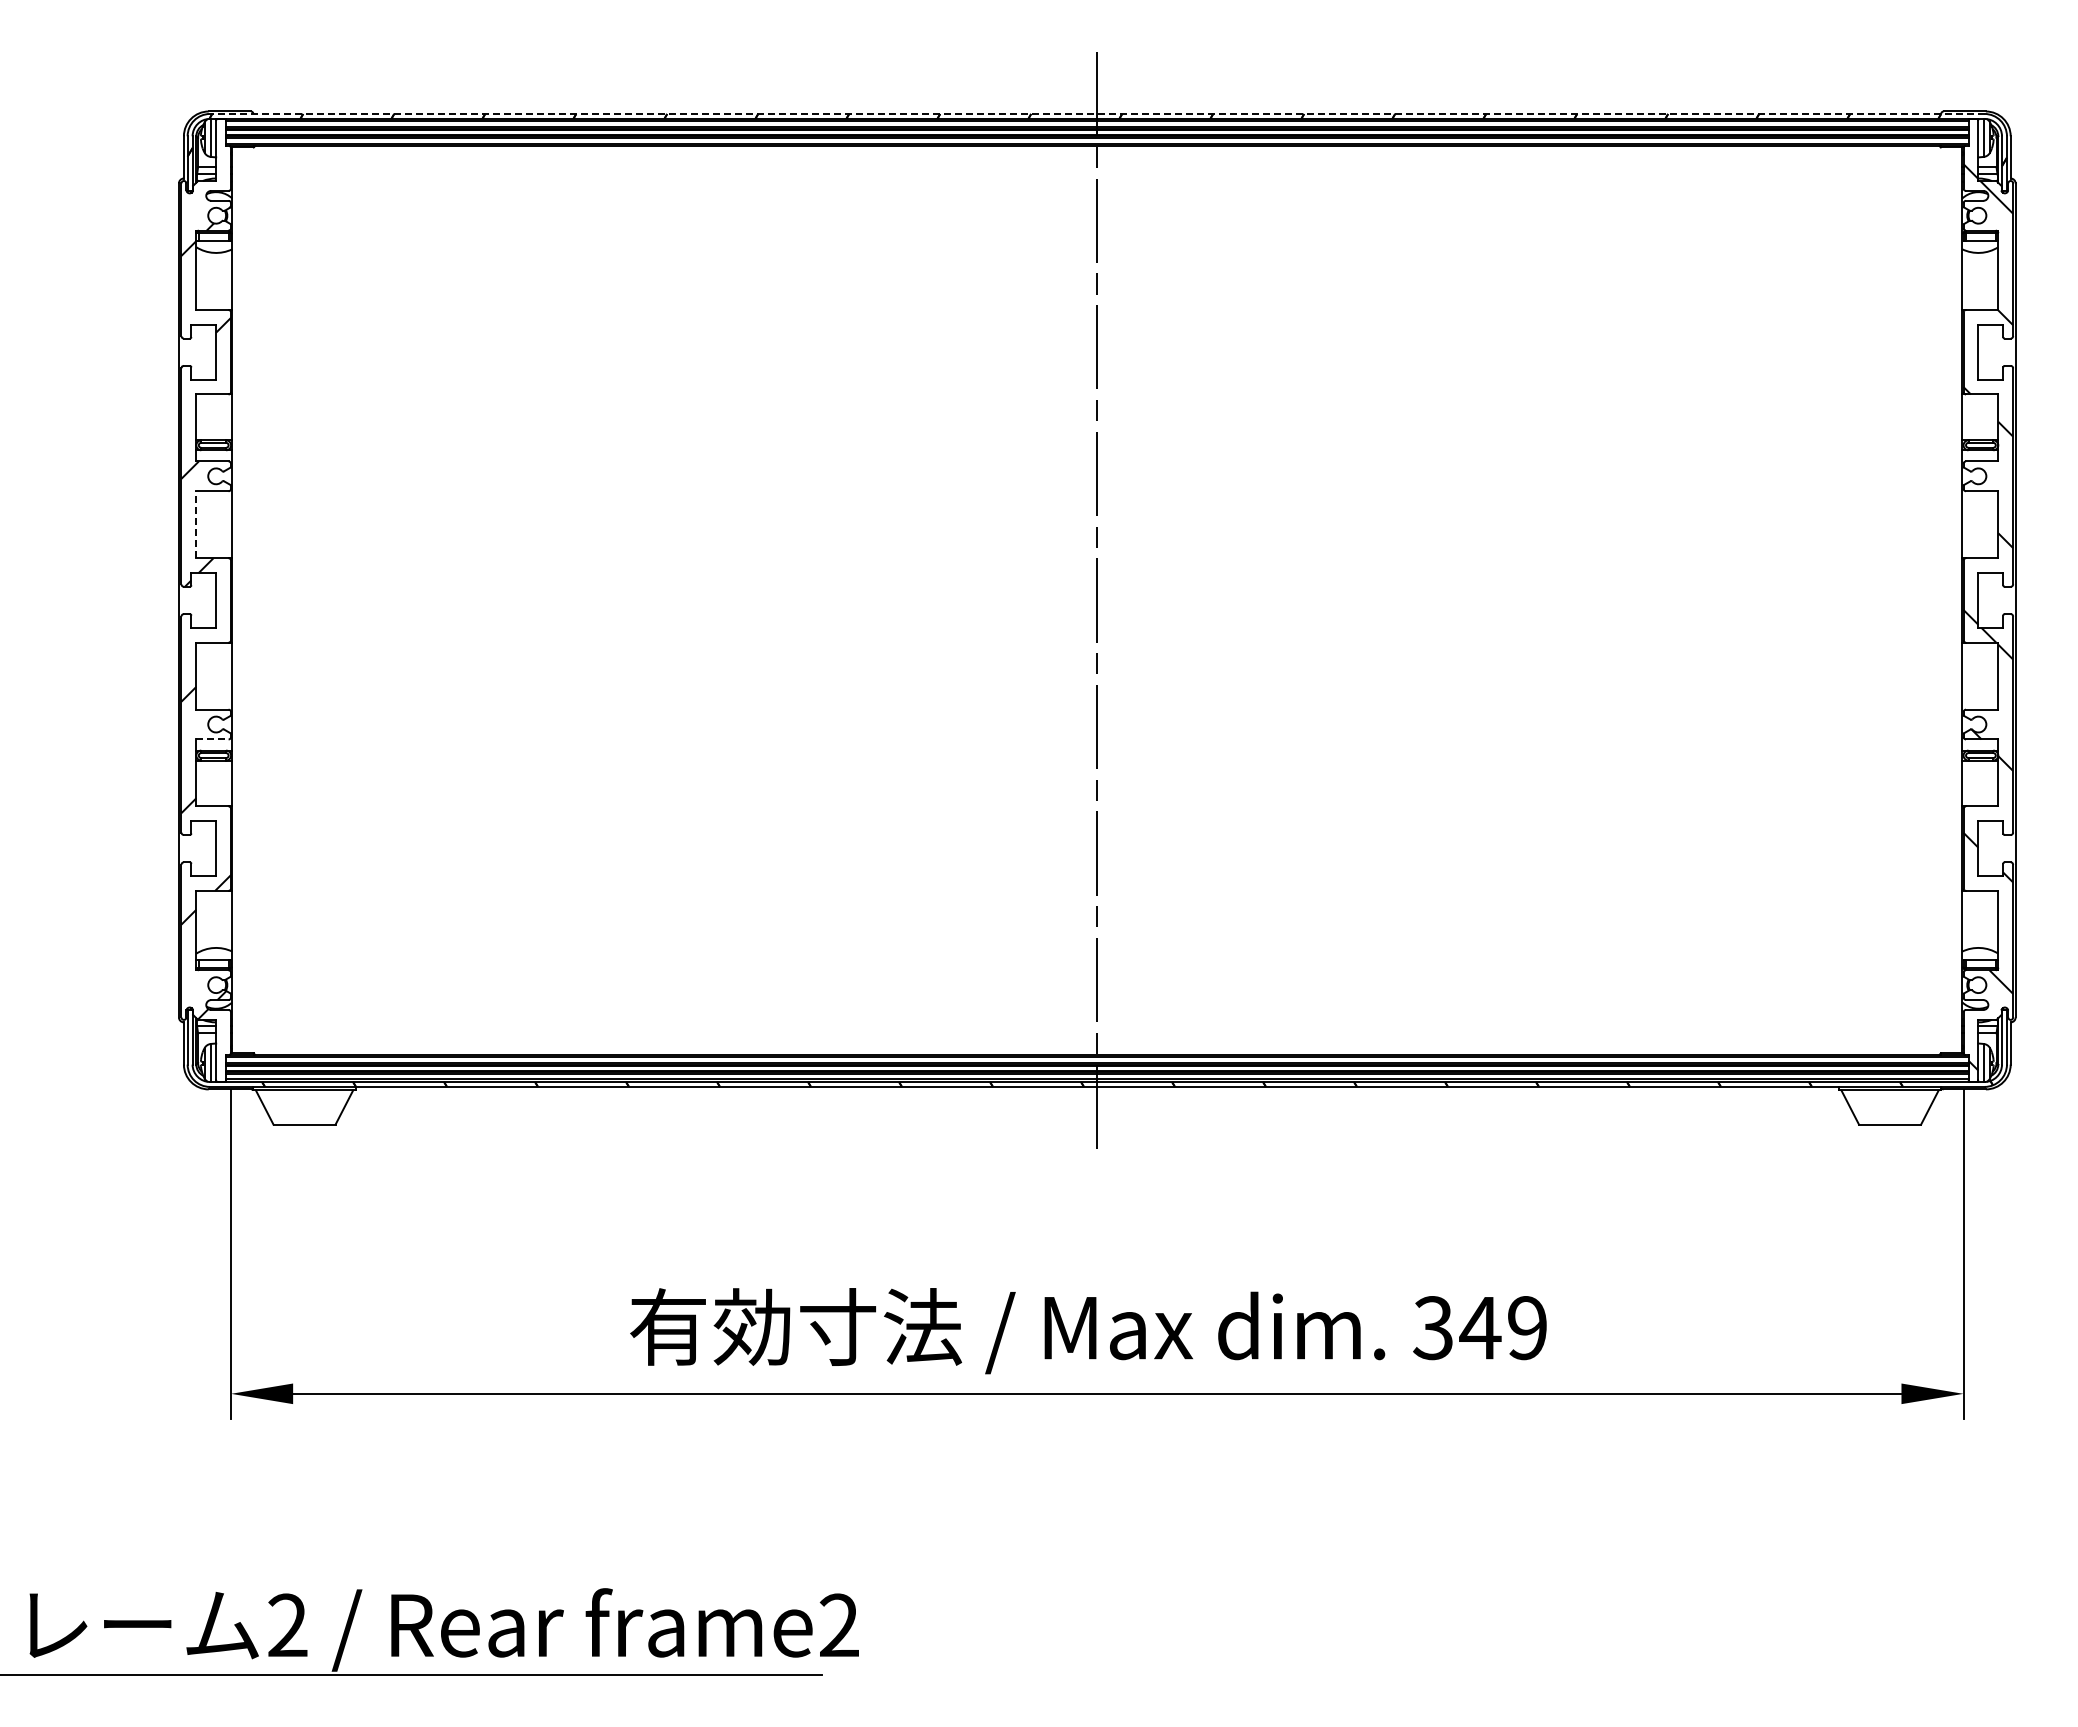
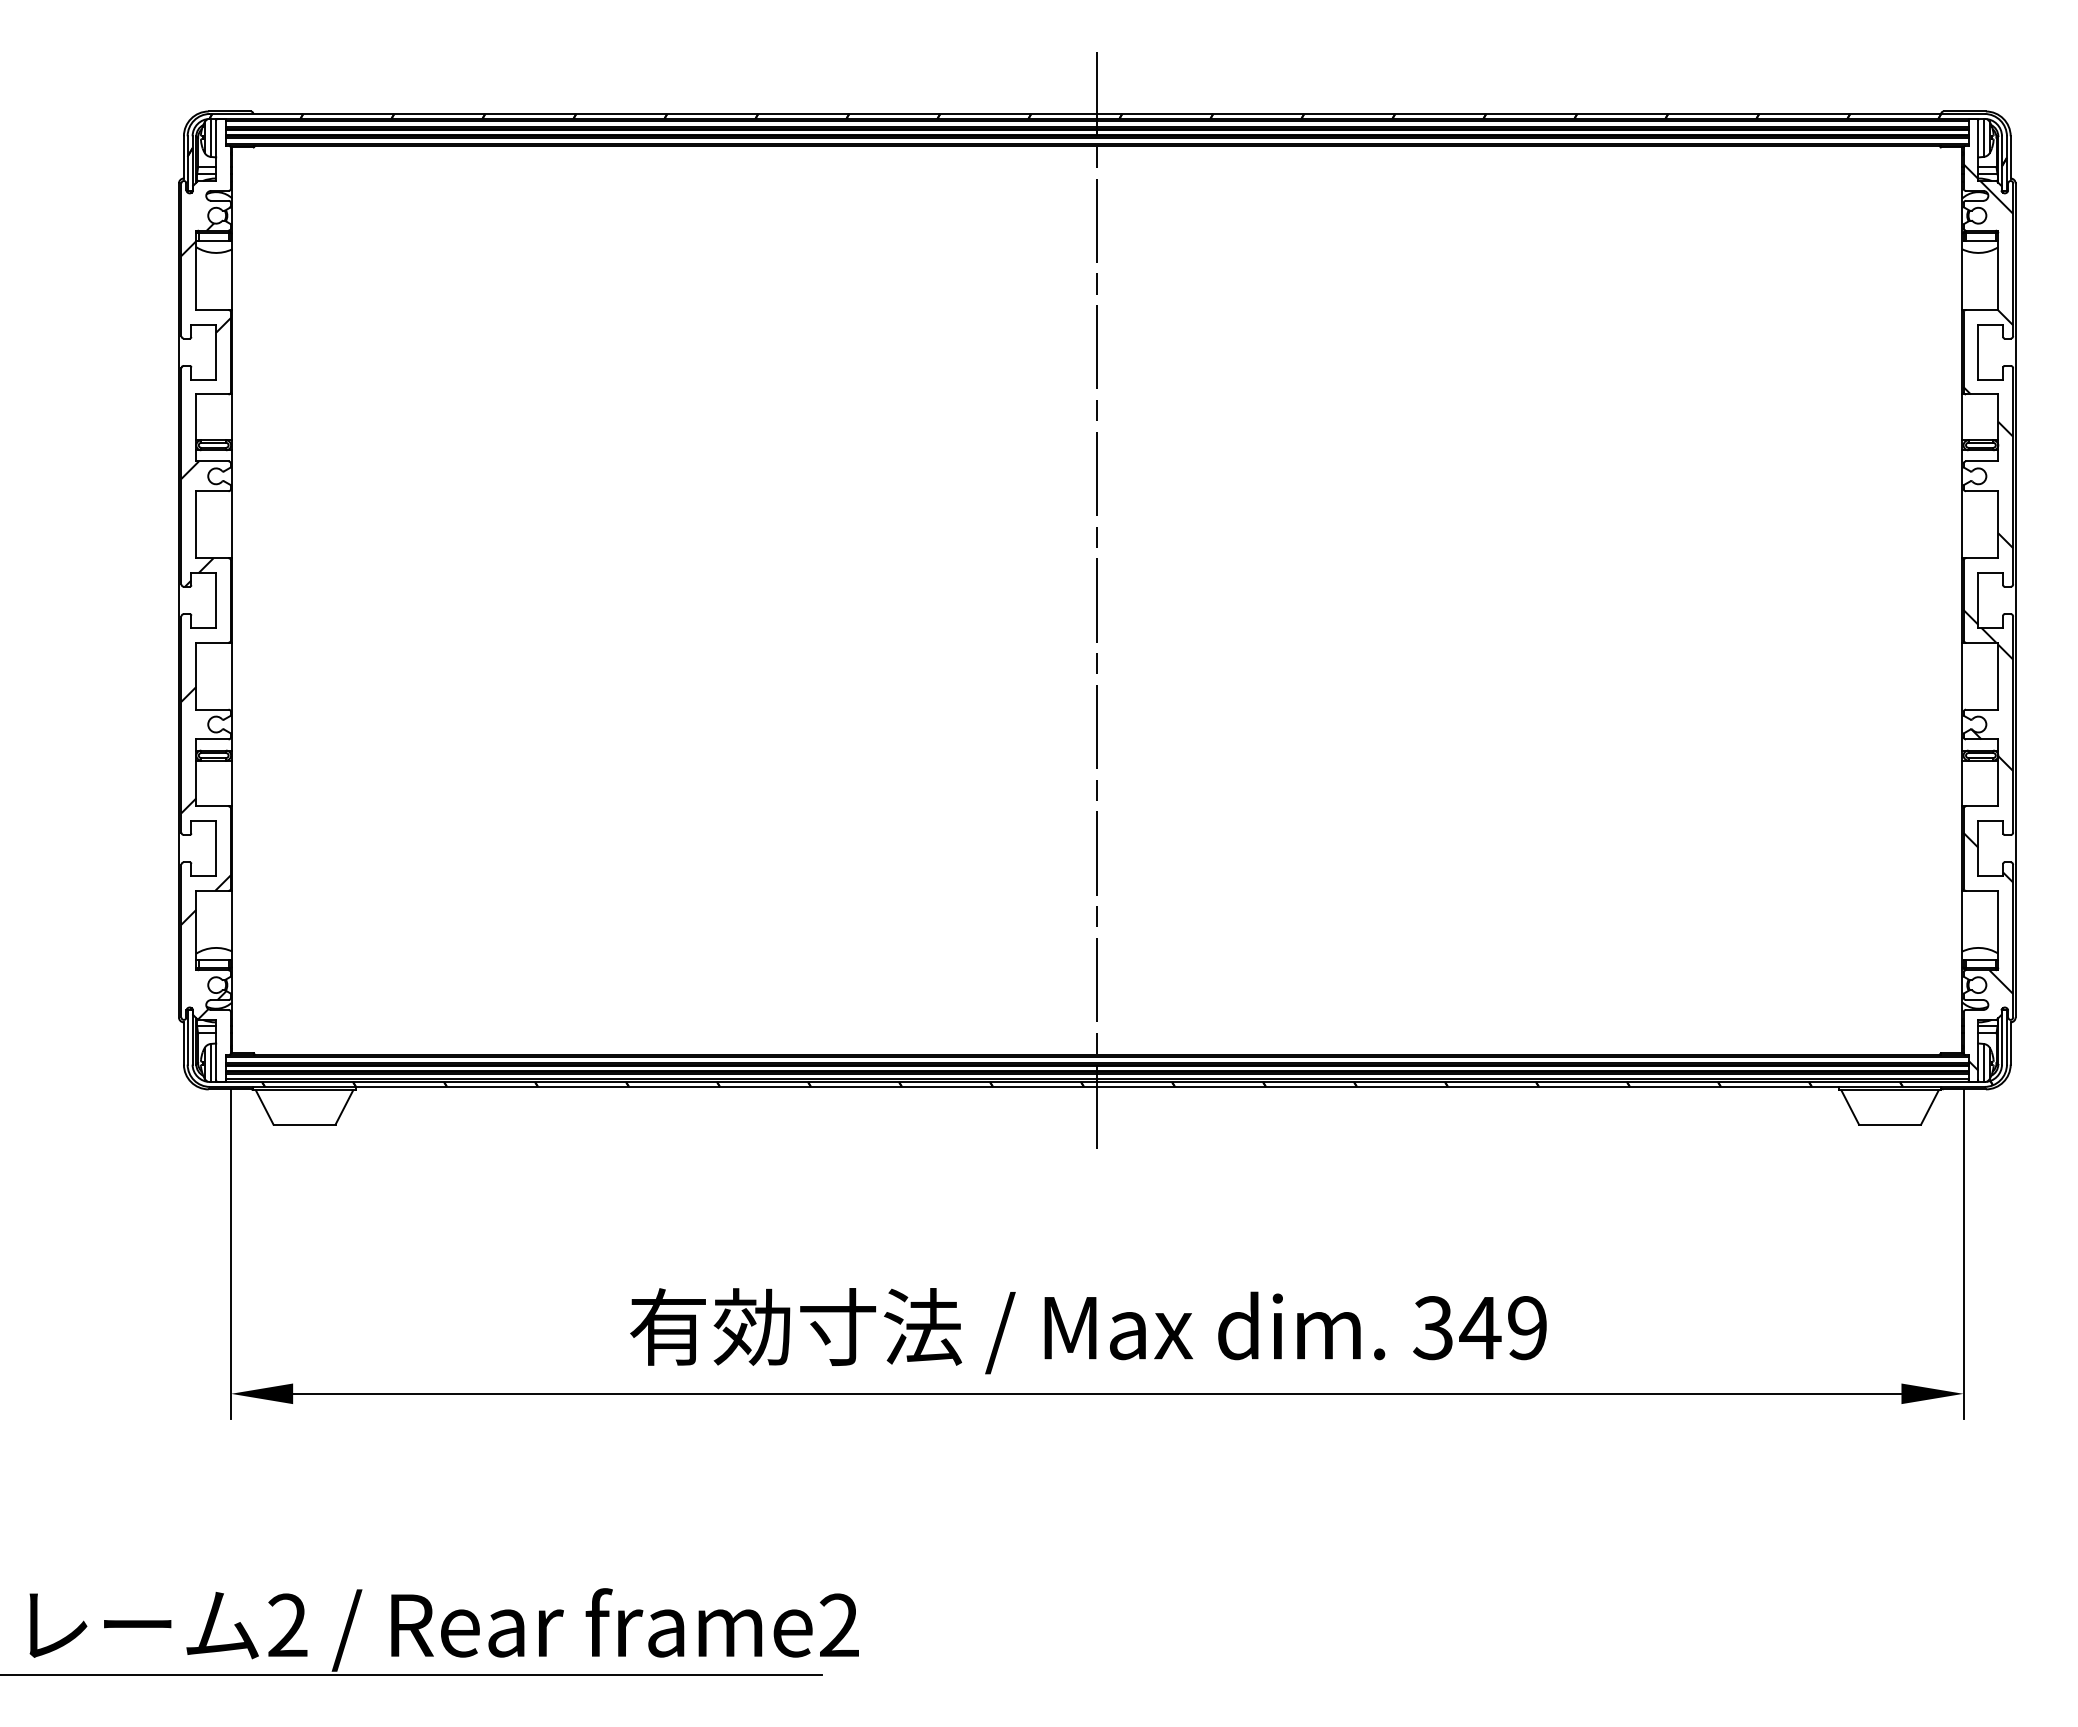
line at (1096, 113): dashed -> solid
line at (196, 524): dashed -> solid
line at (212, 739): dashed -> solid
